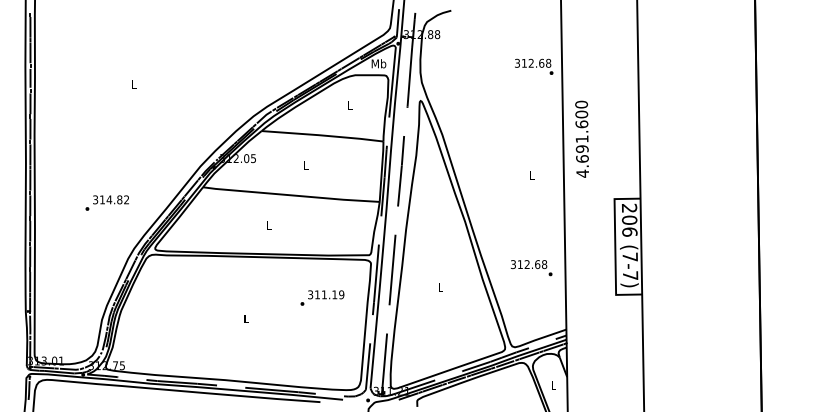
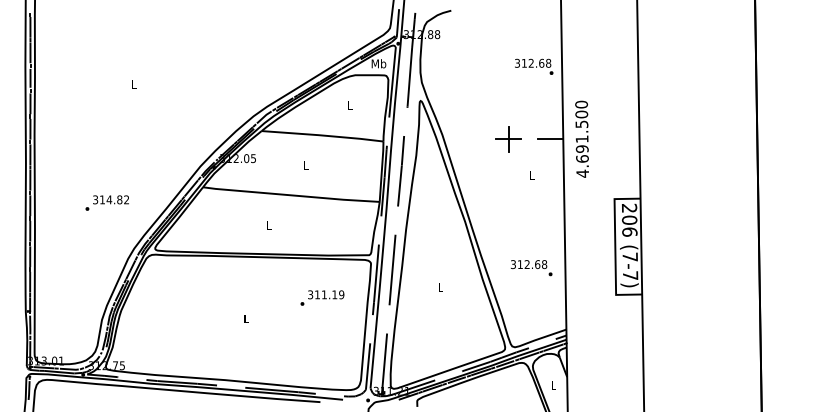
text at (581, 124): 4.691.600 -> 4.691.500
part at (508, 139): none -> present
line at (550, 139): none -> present
